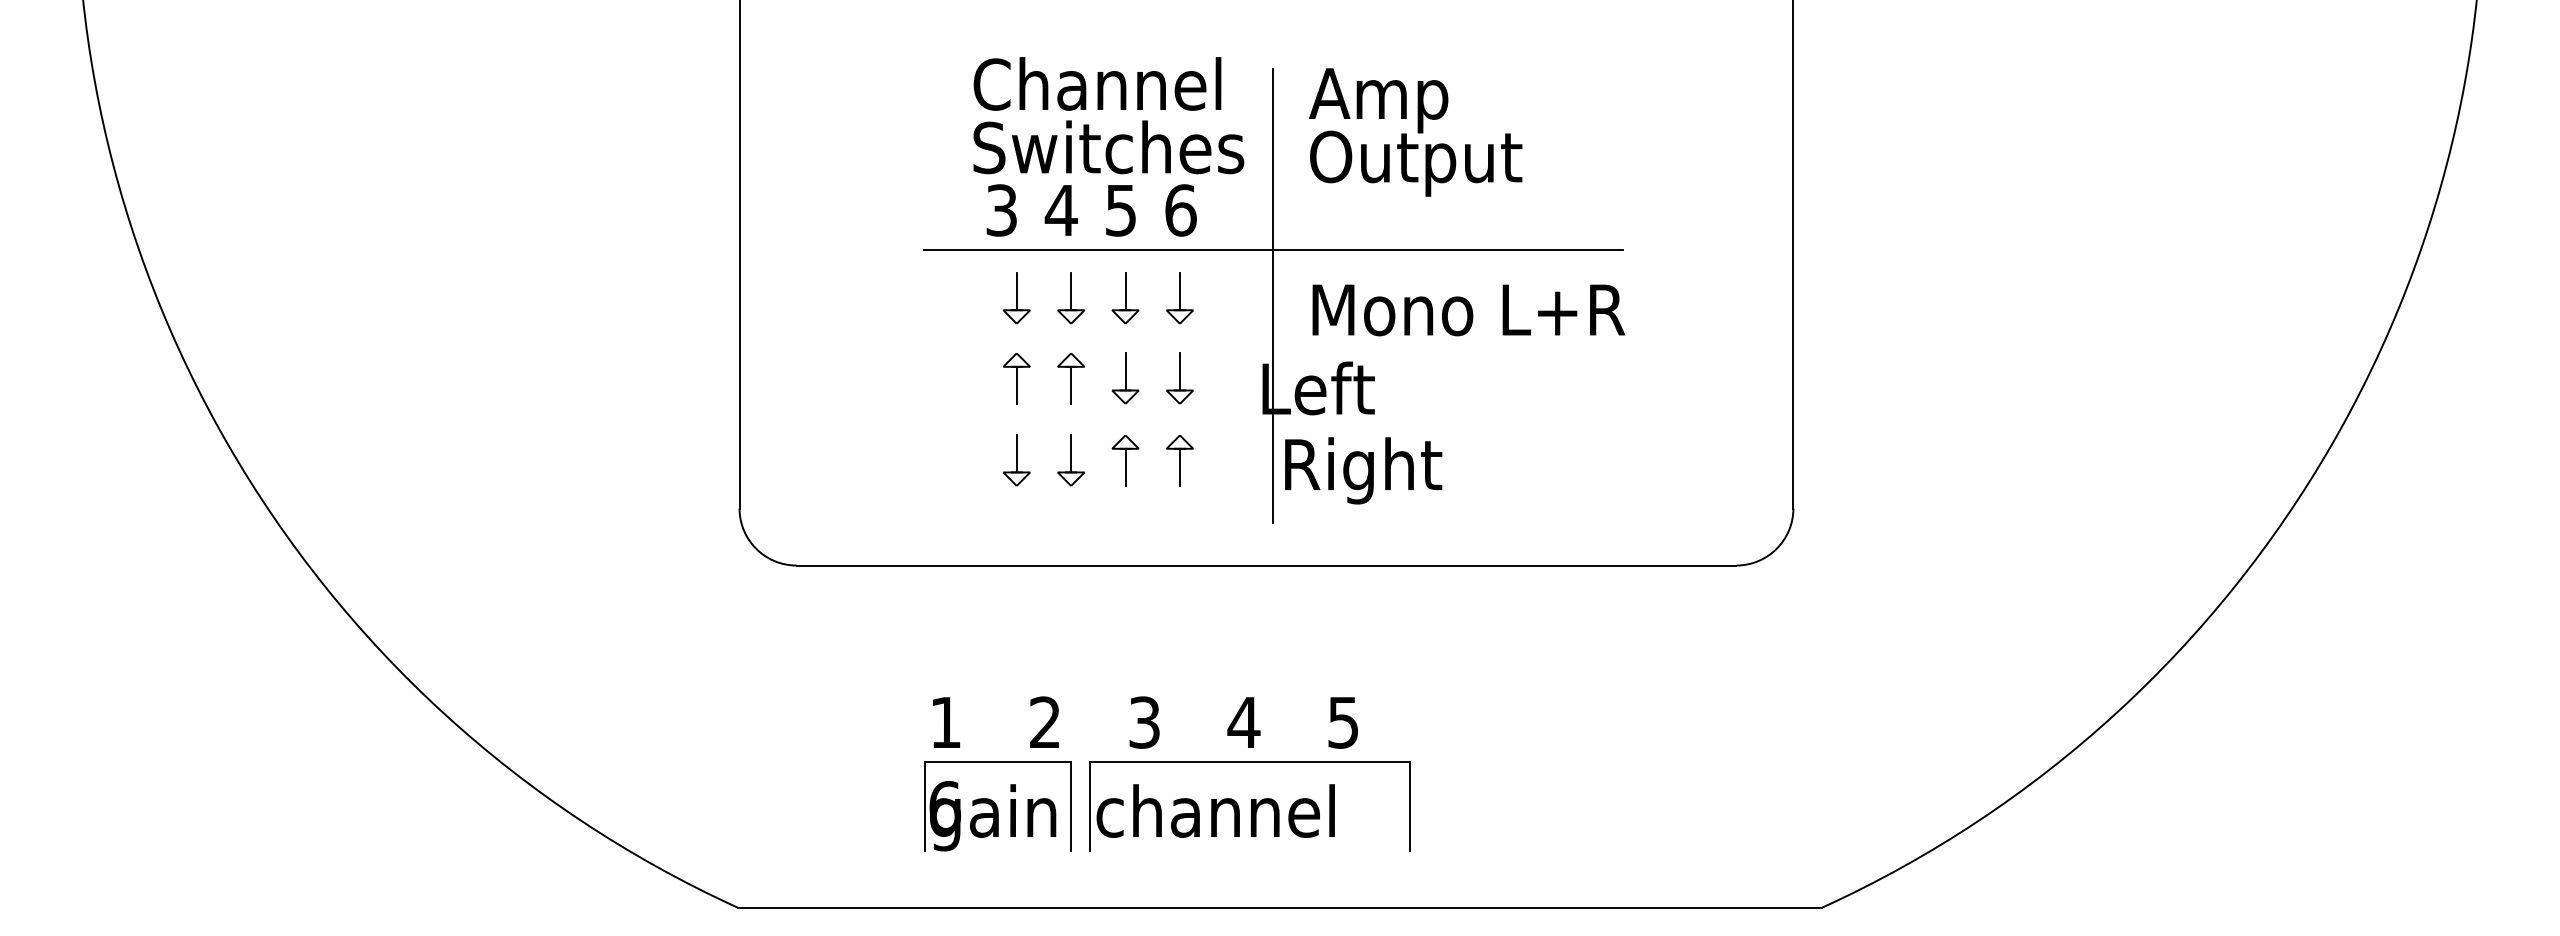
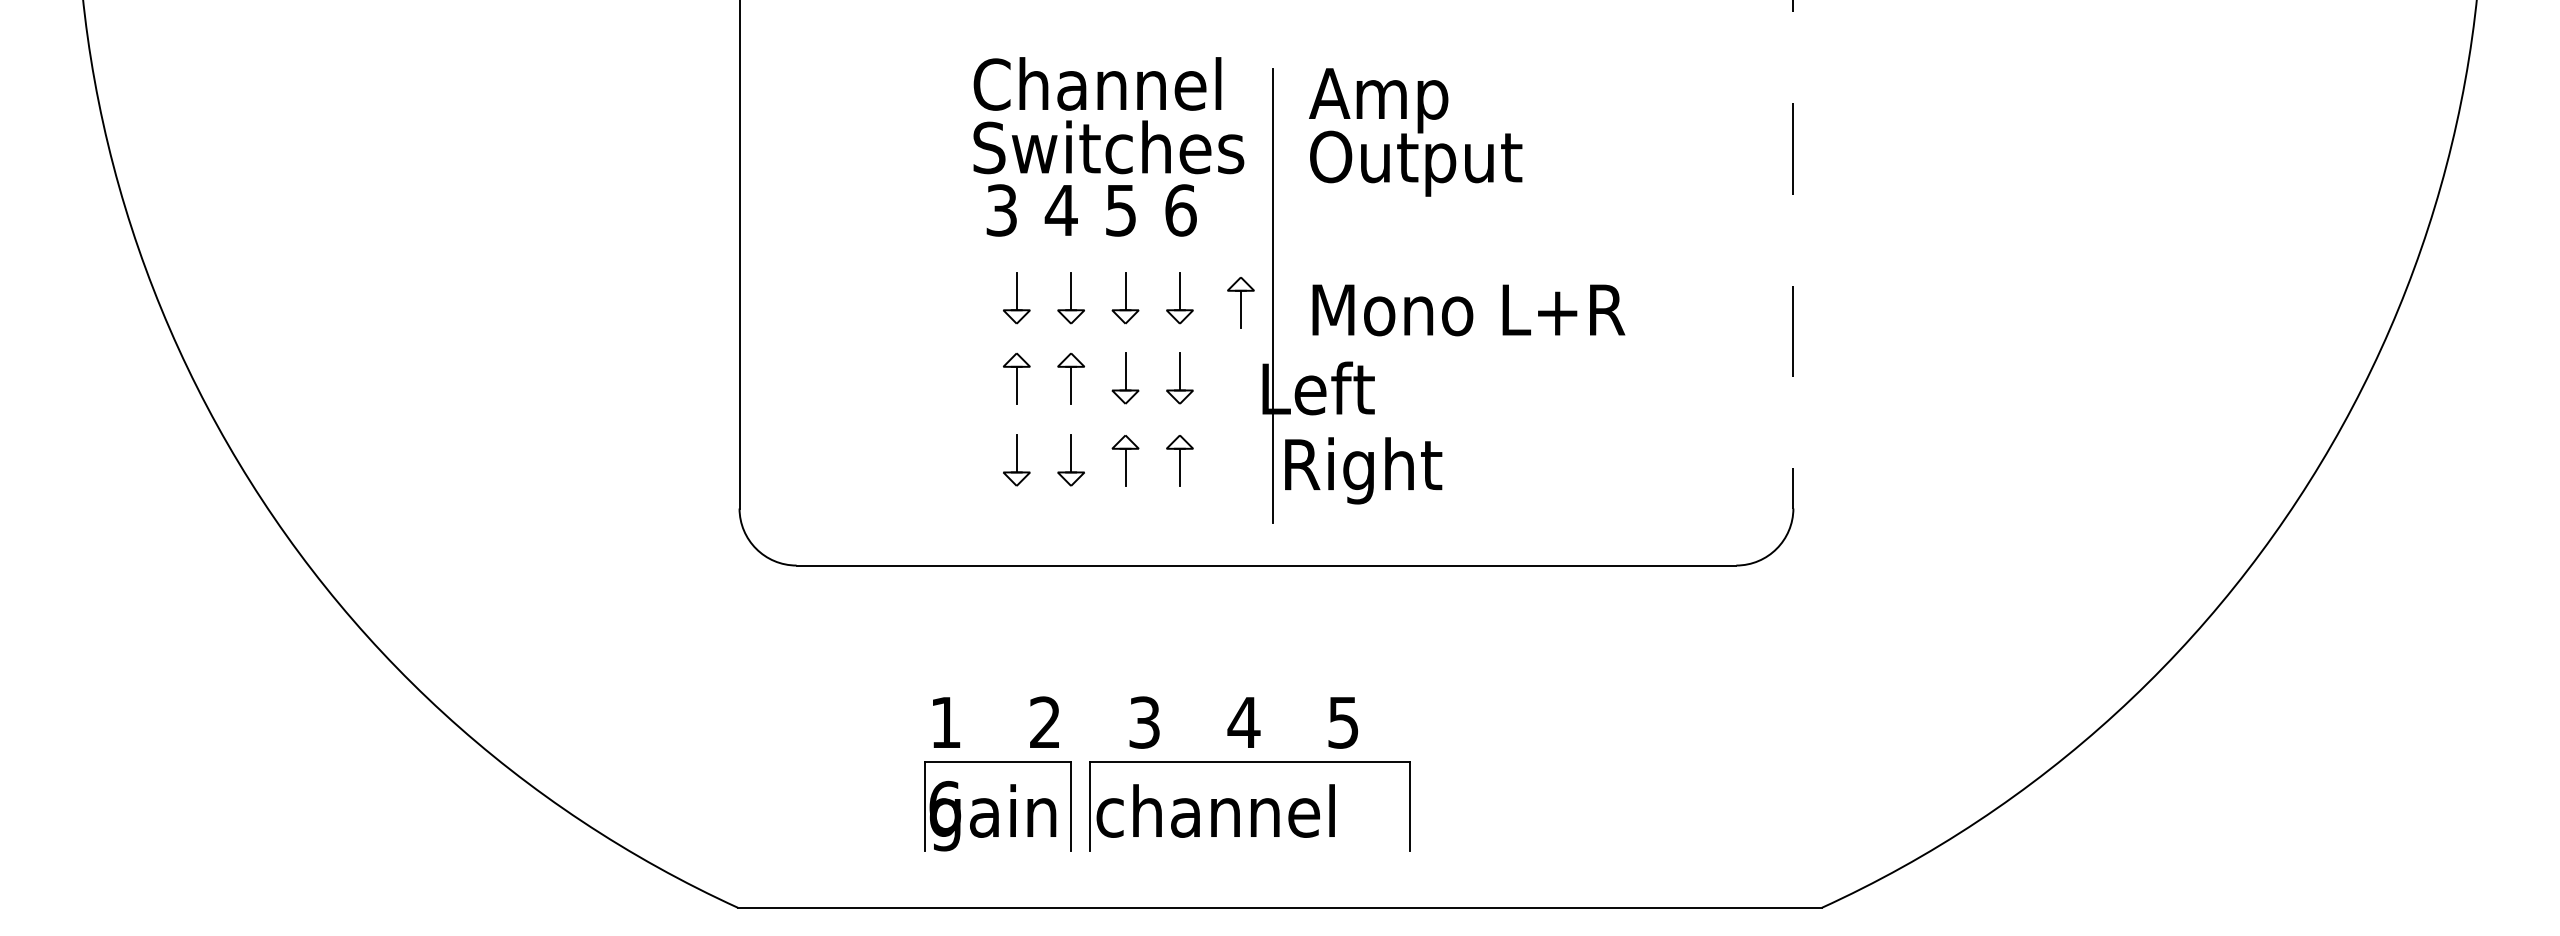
line at (1272, 250): present -> none
line at (1793, 254): solid -> dashed
part at (1240, 302): none -> present
